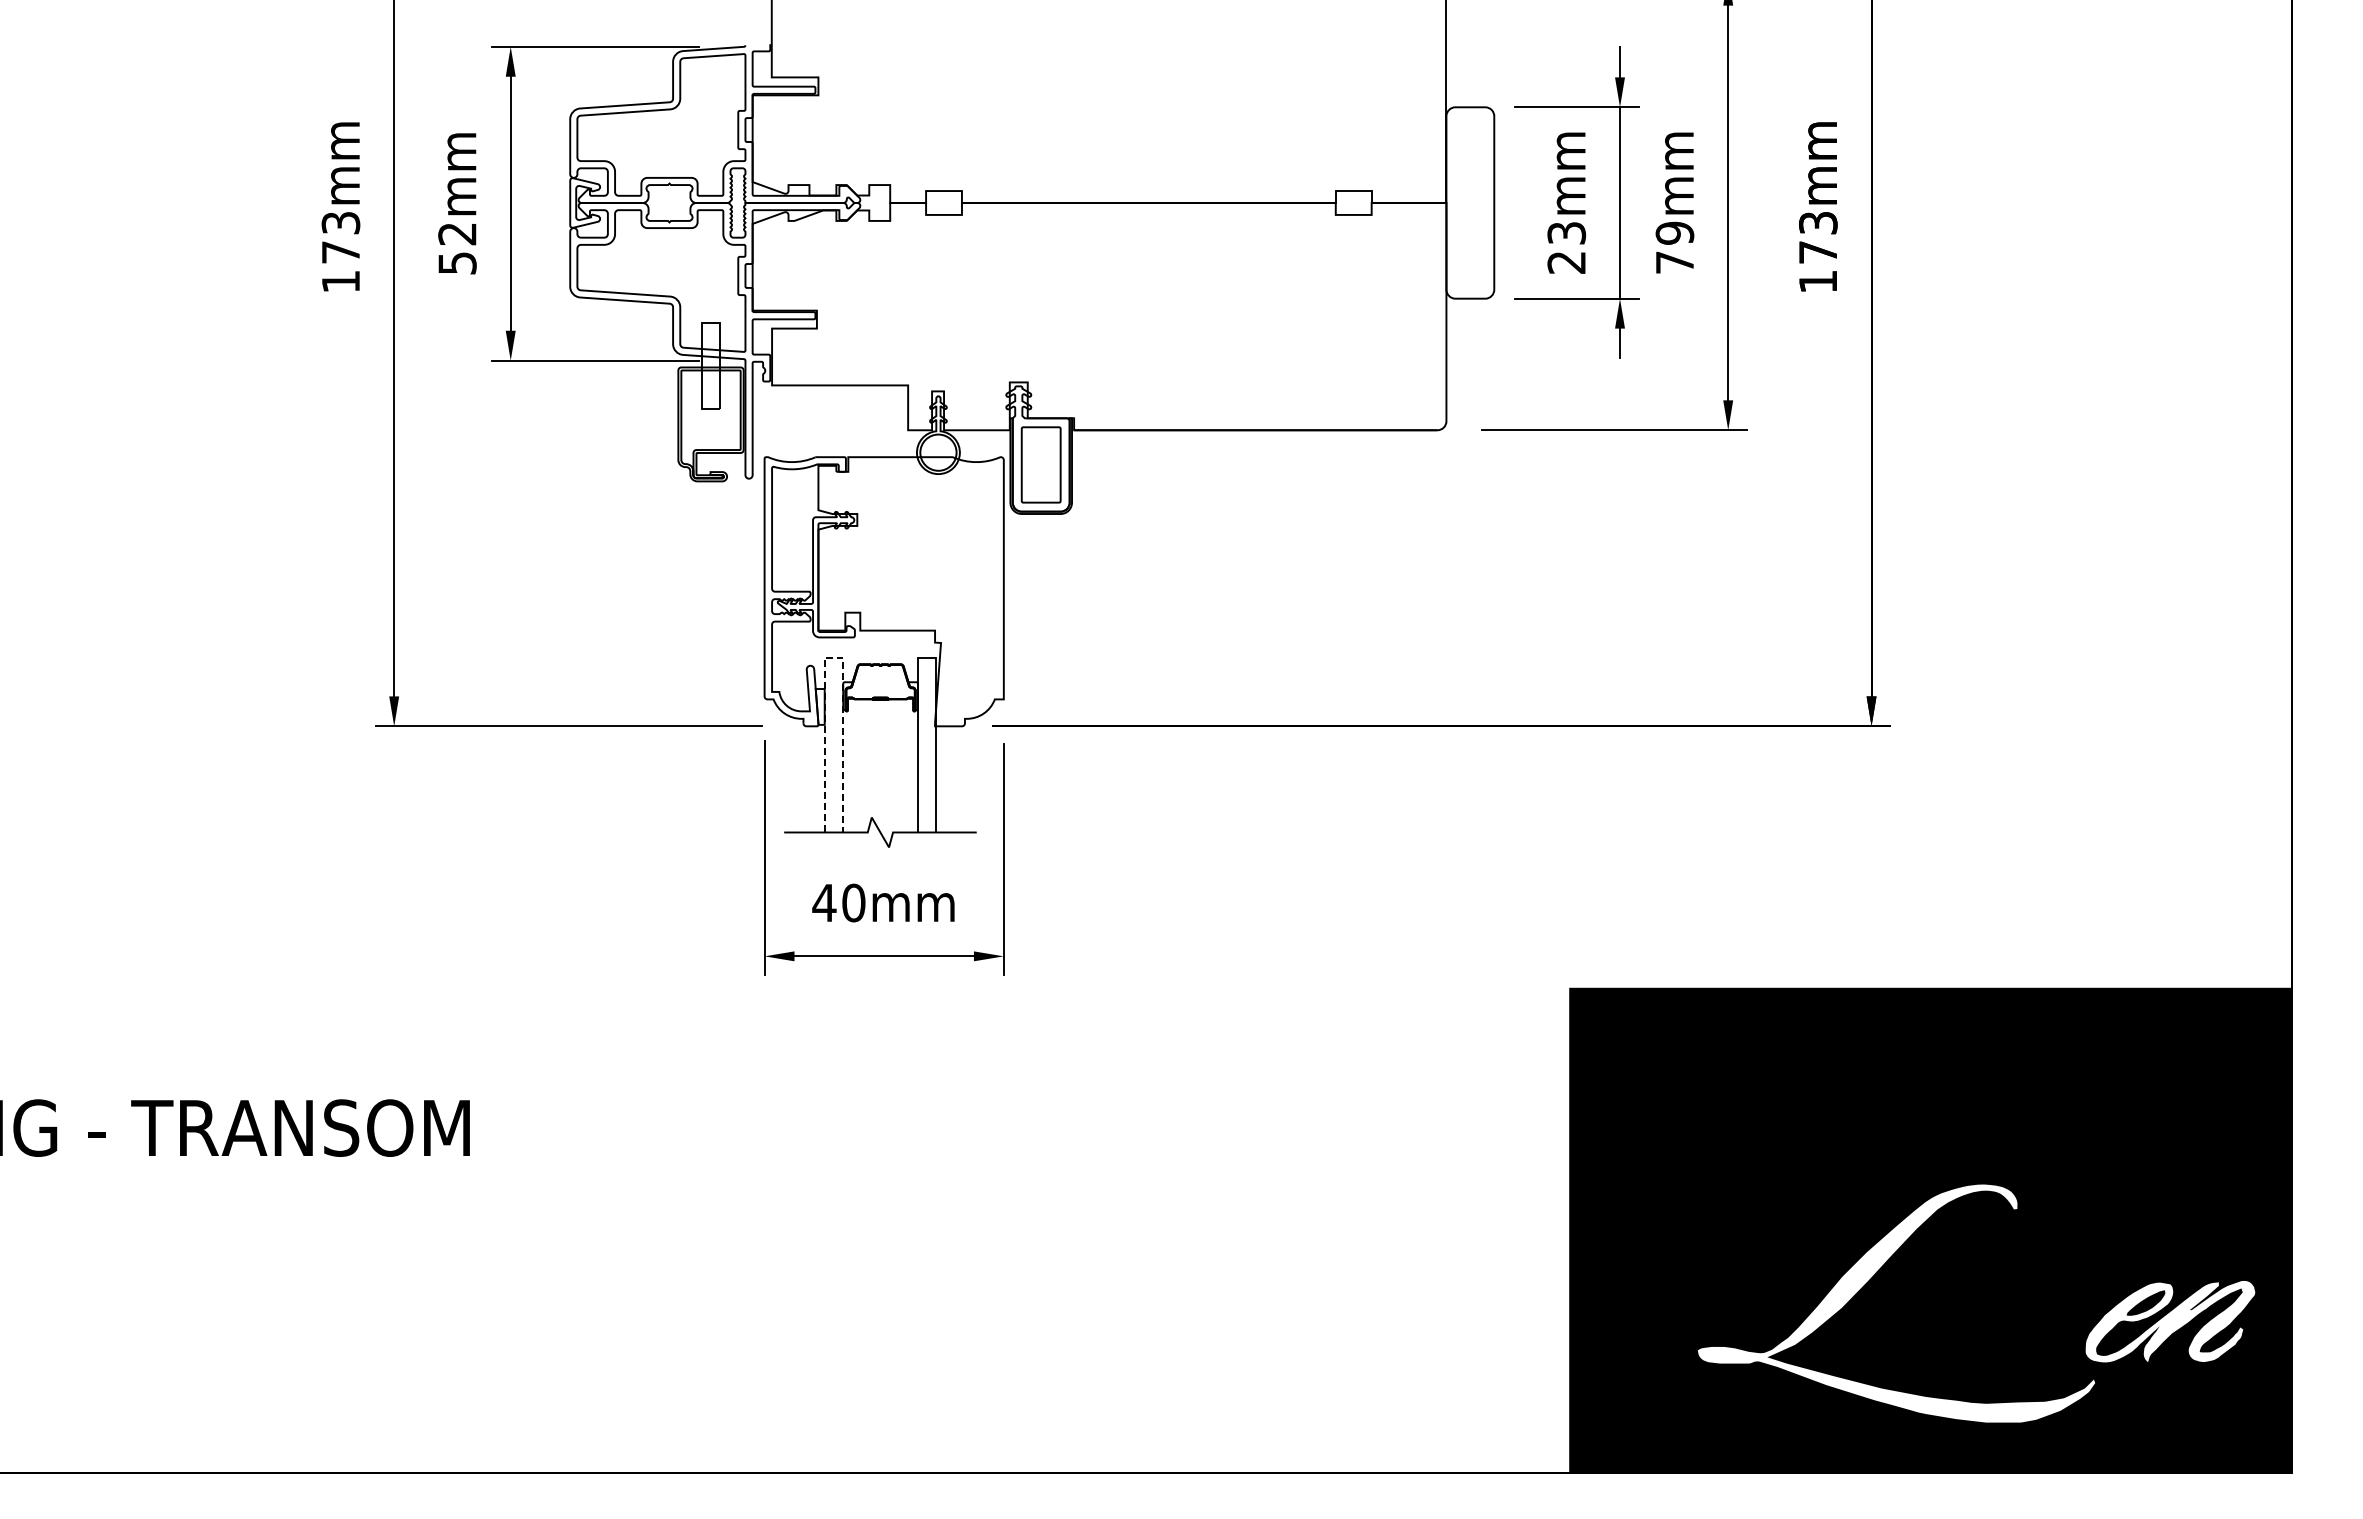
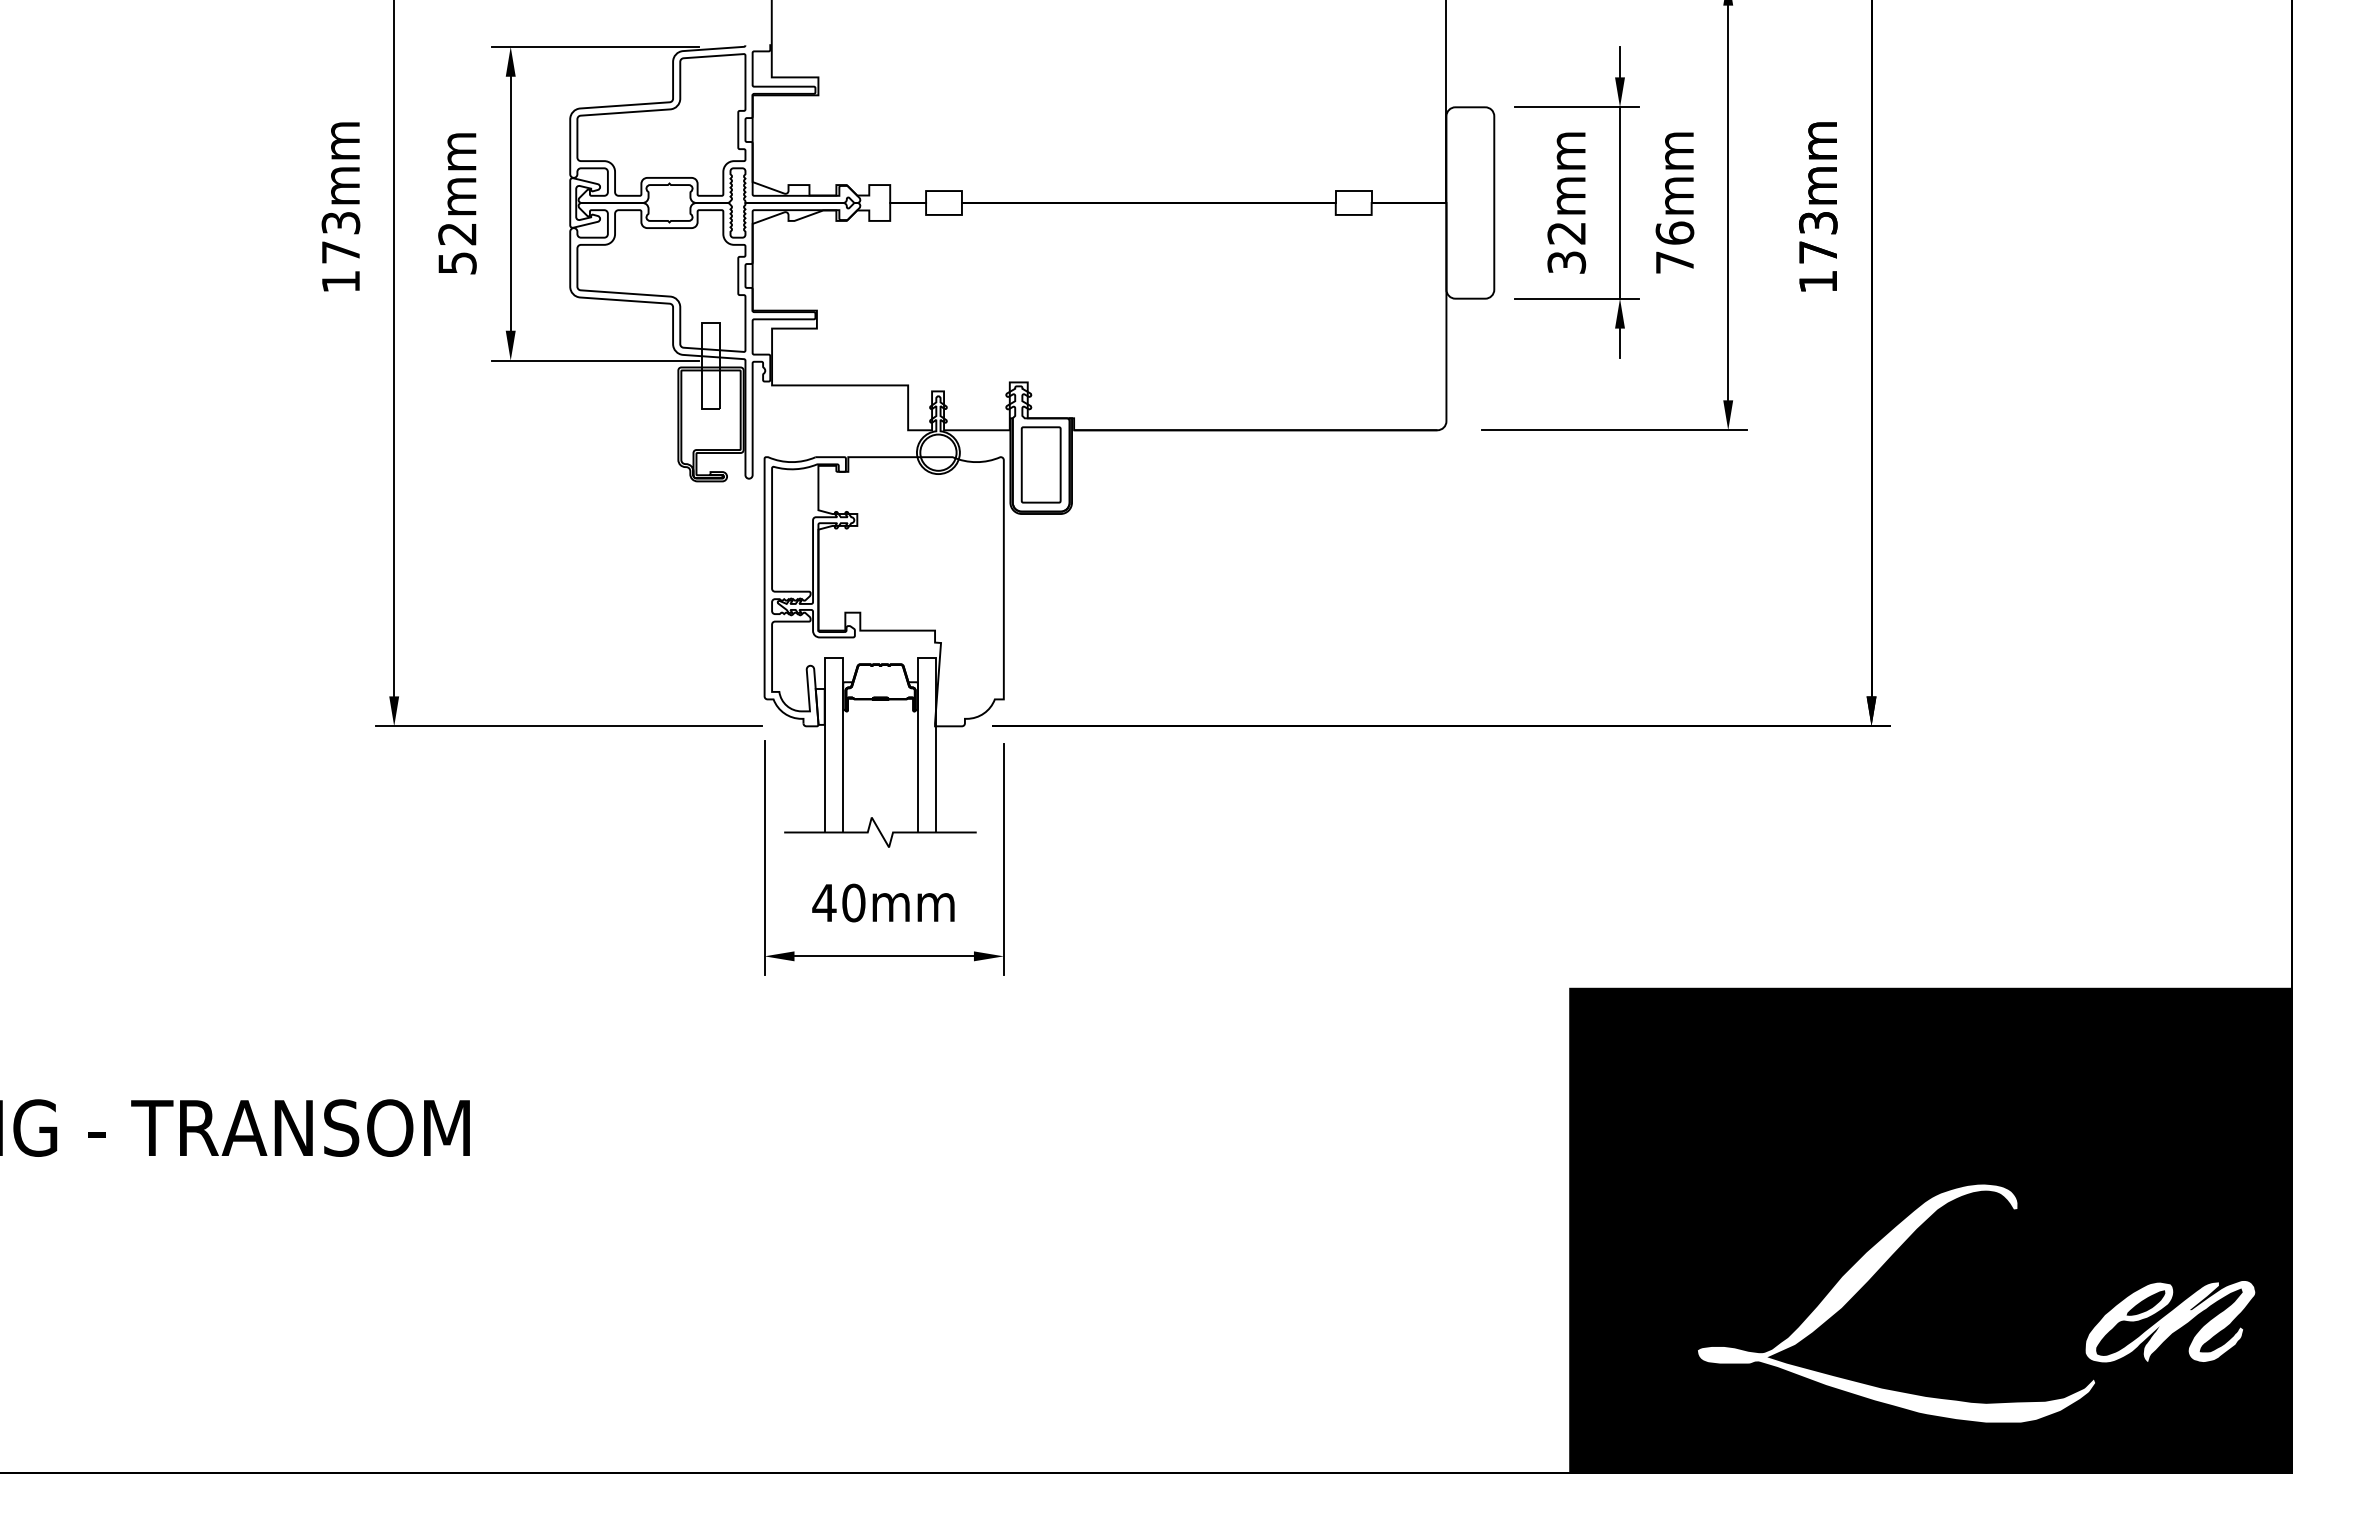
text at (1674, 232): 79mm -> 76mm
text at (1566, 247): 23mm -> 32mm
line at (834, 657): dashed -> solid
